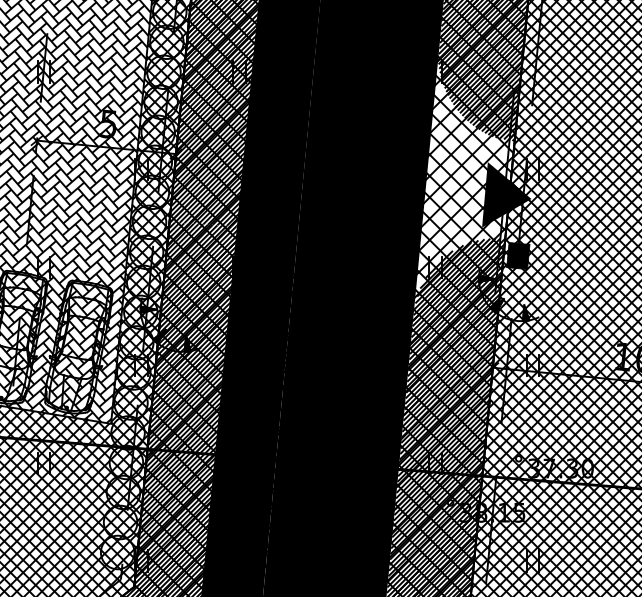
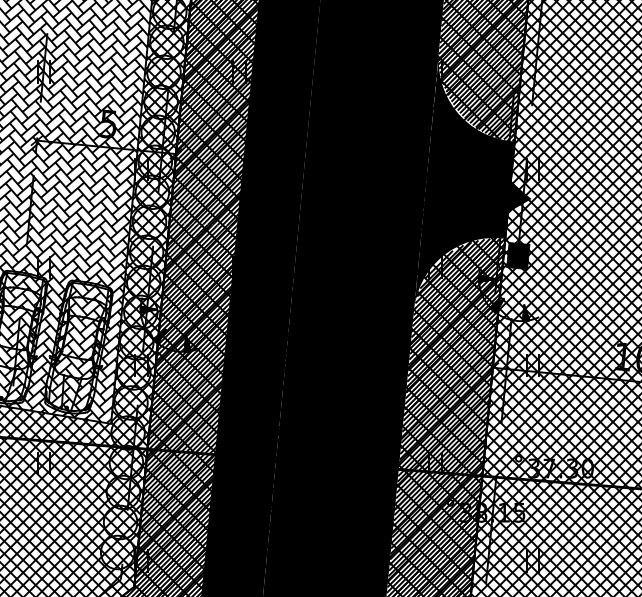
fill at (463, 181): none -> present
